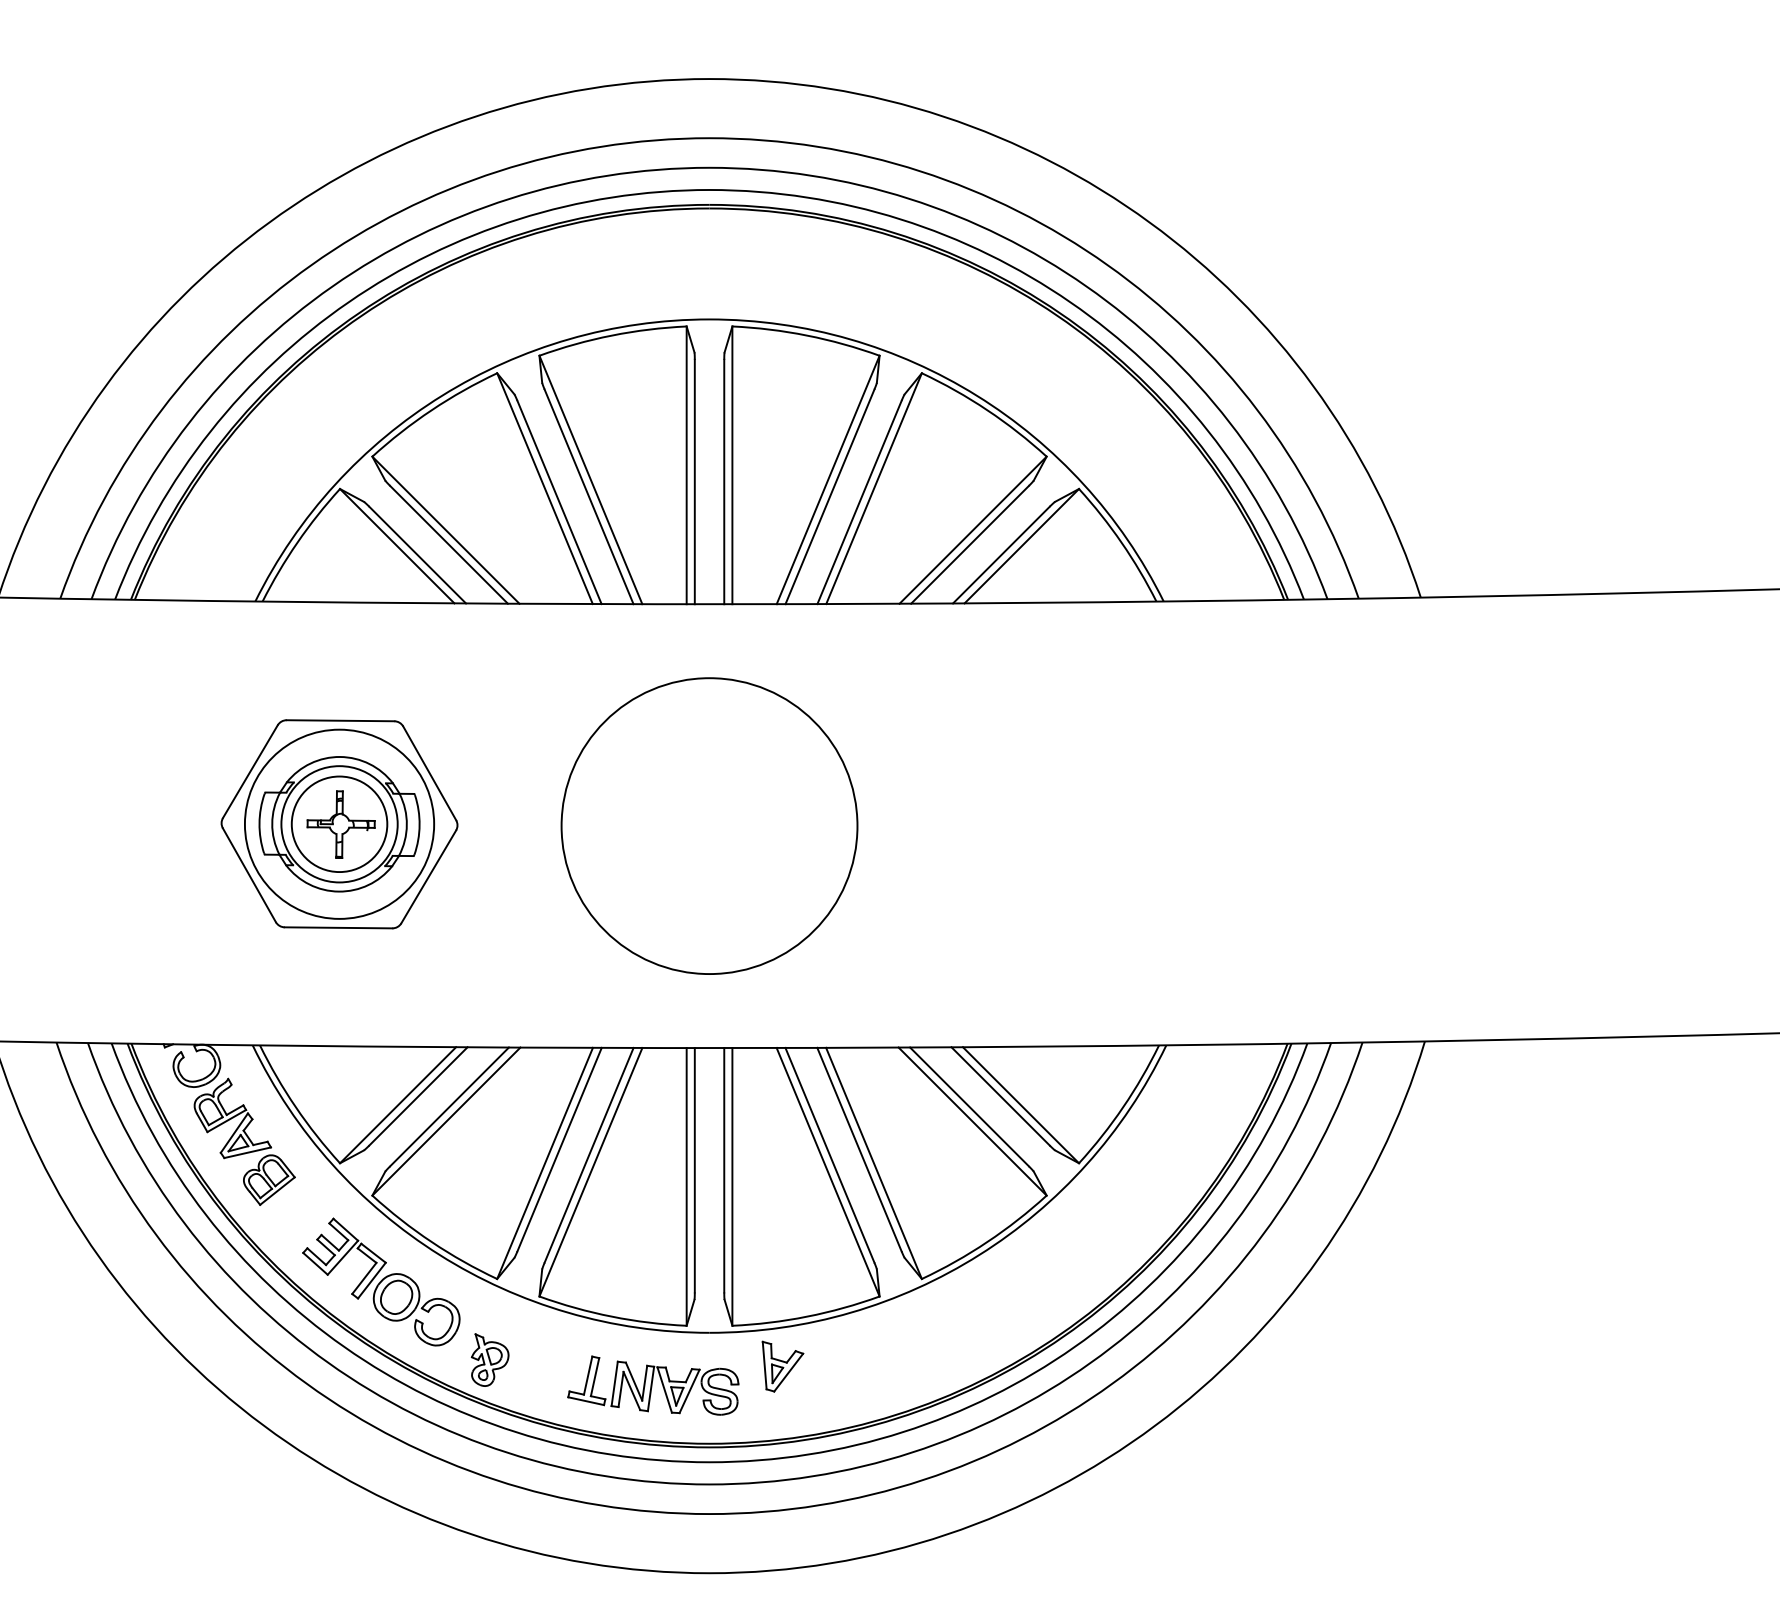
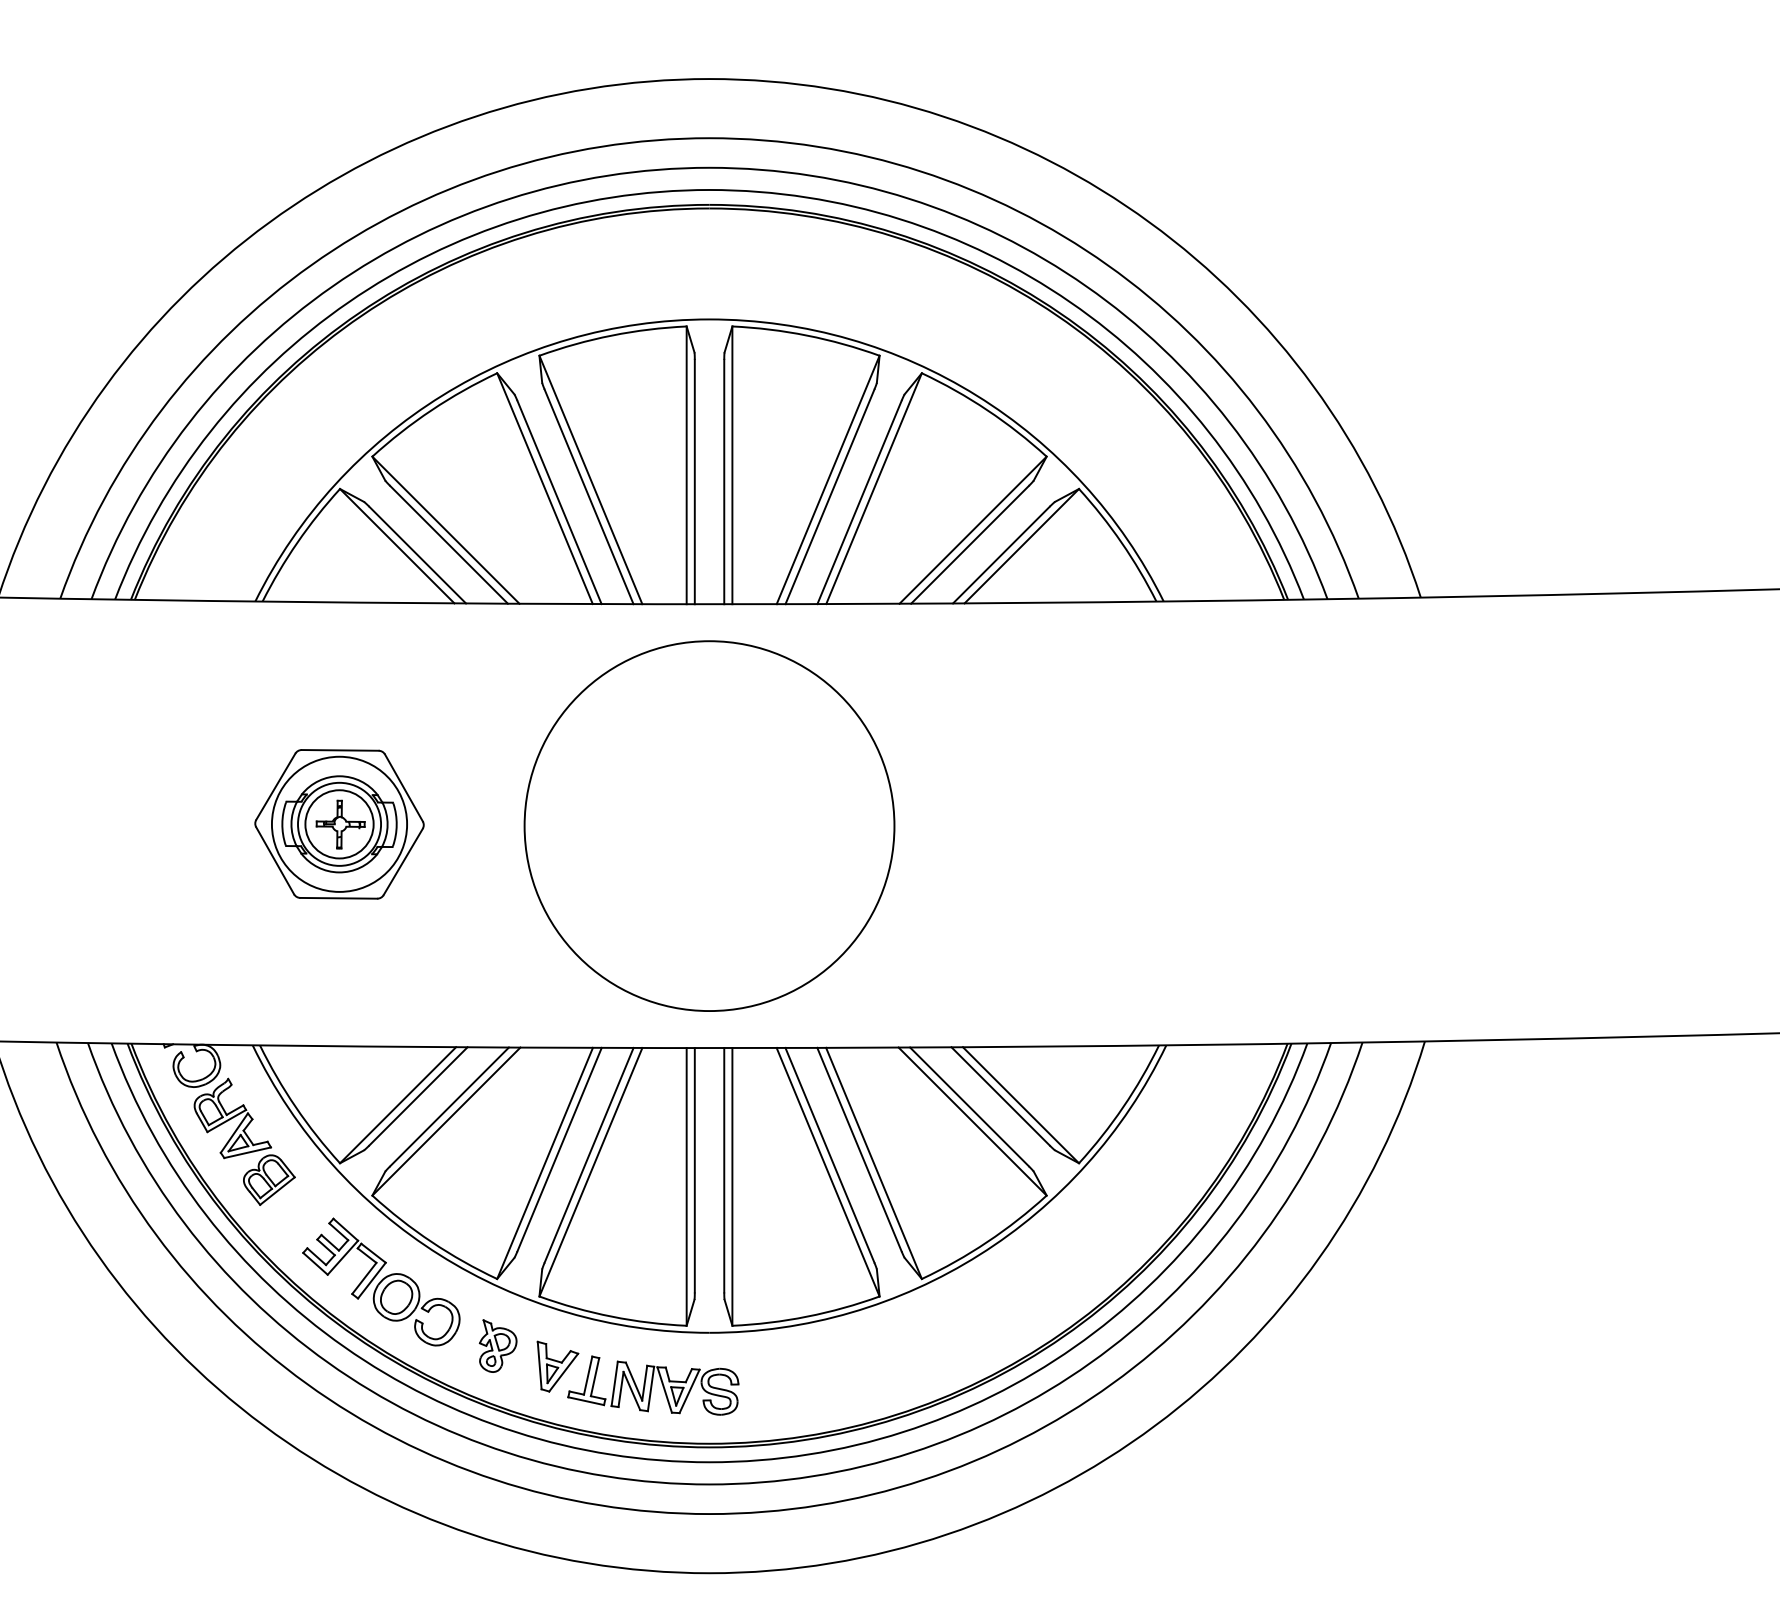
part at (339, 824) size: 239x211 px -> 171x151 px
circle at (709, 826) diameter: 296 px -> 370 px
part at (489, 1359) position: (489, 1359) -> (497, 1345)
part at (782, 1366) position: (782, 1366) -> (557, 1366)
